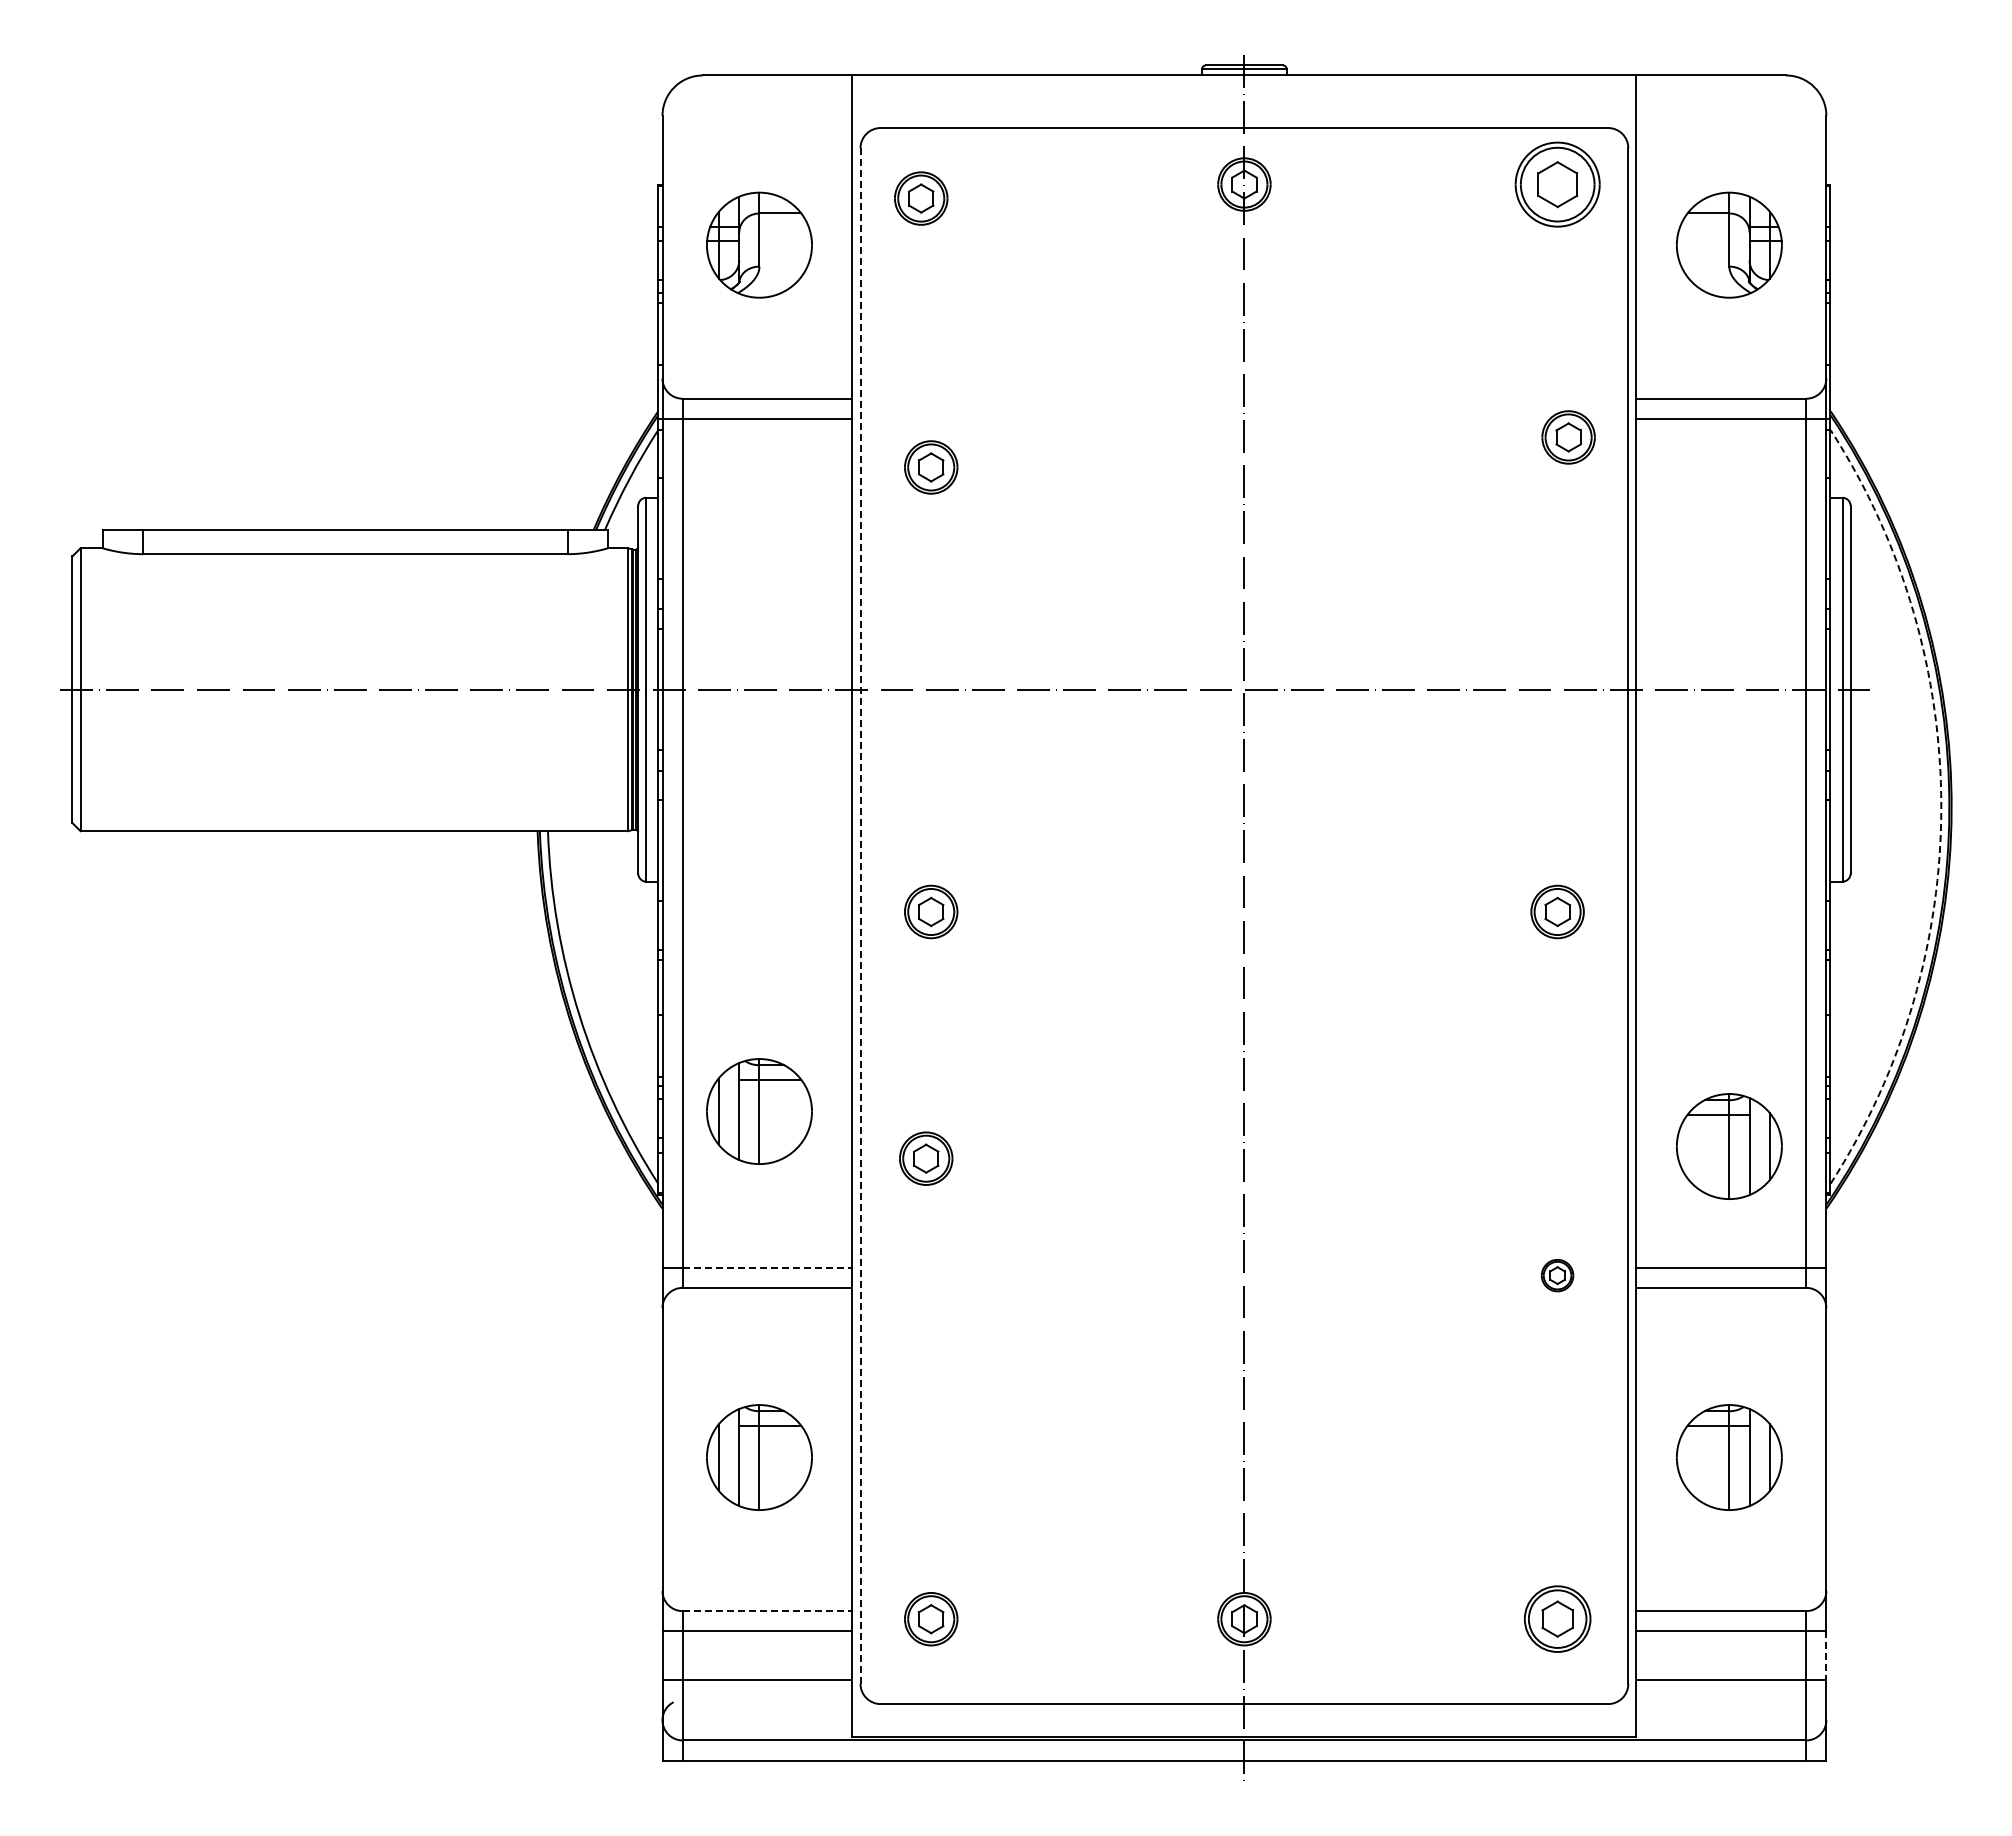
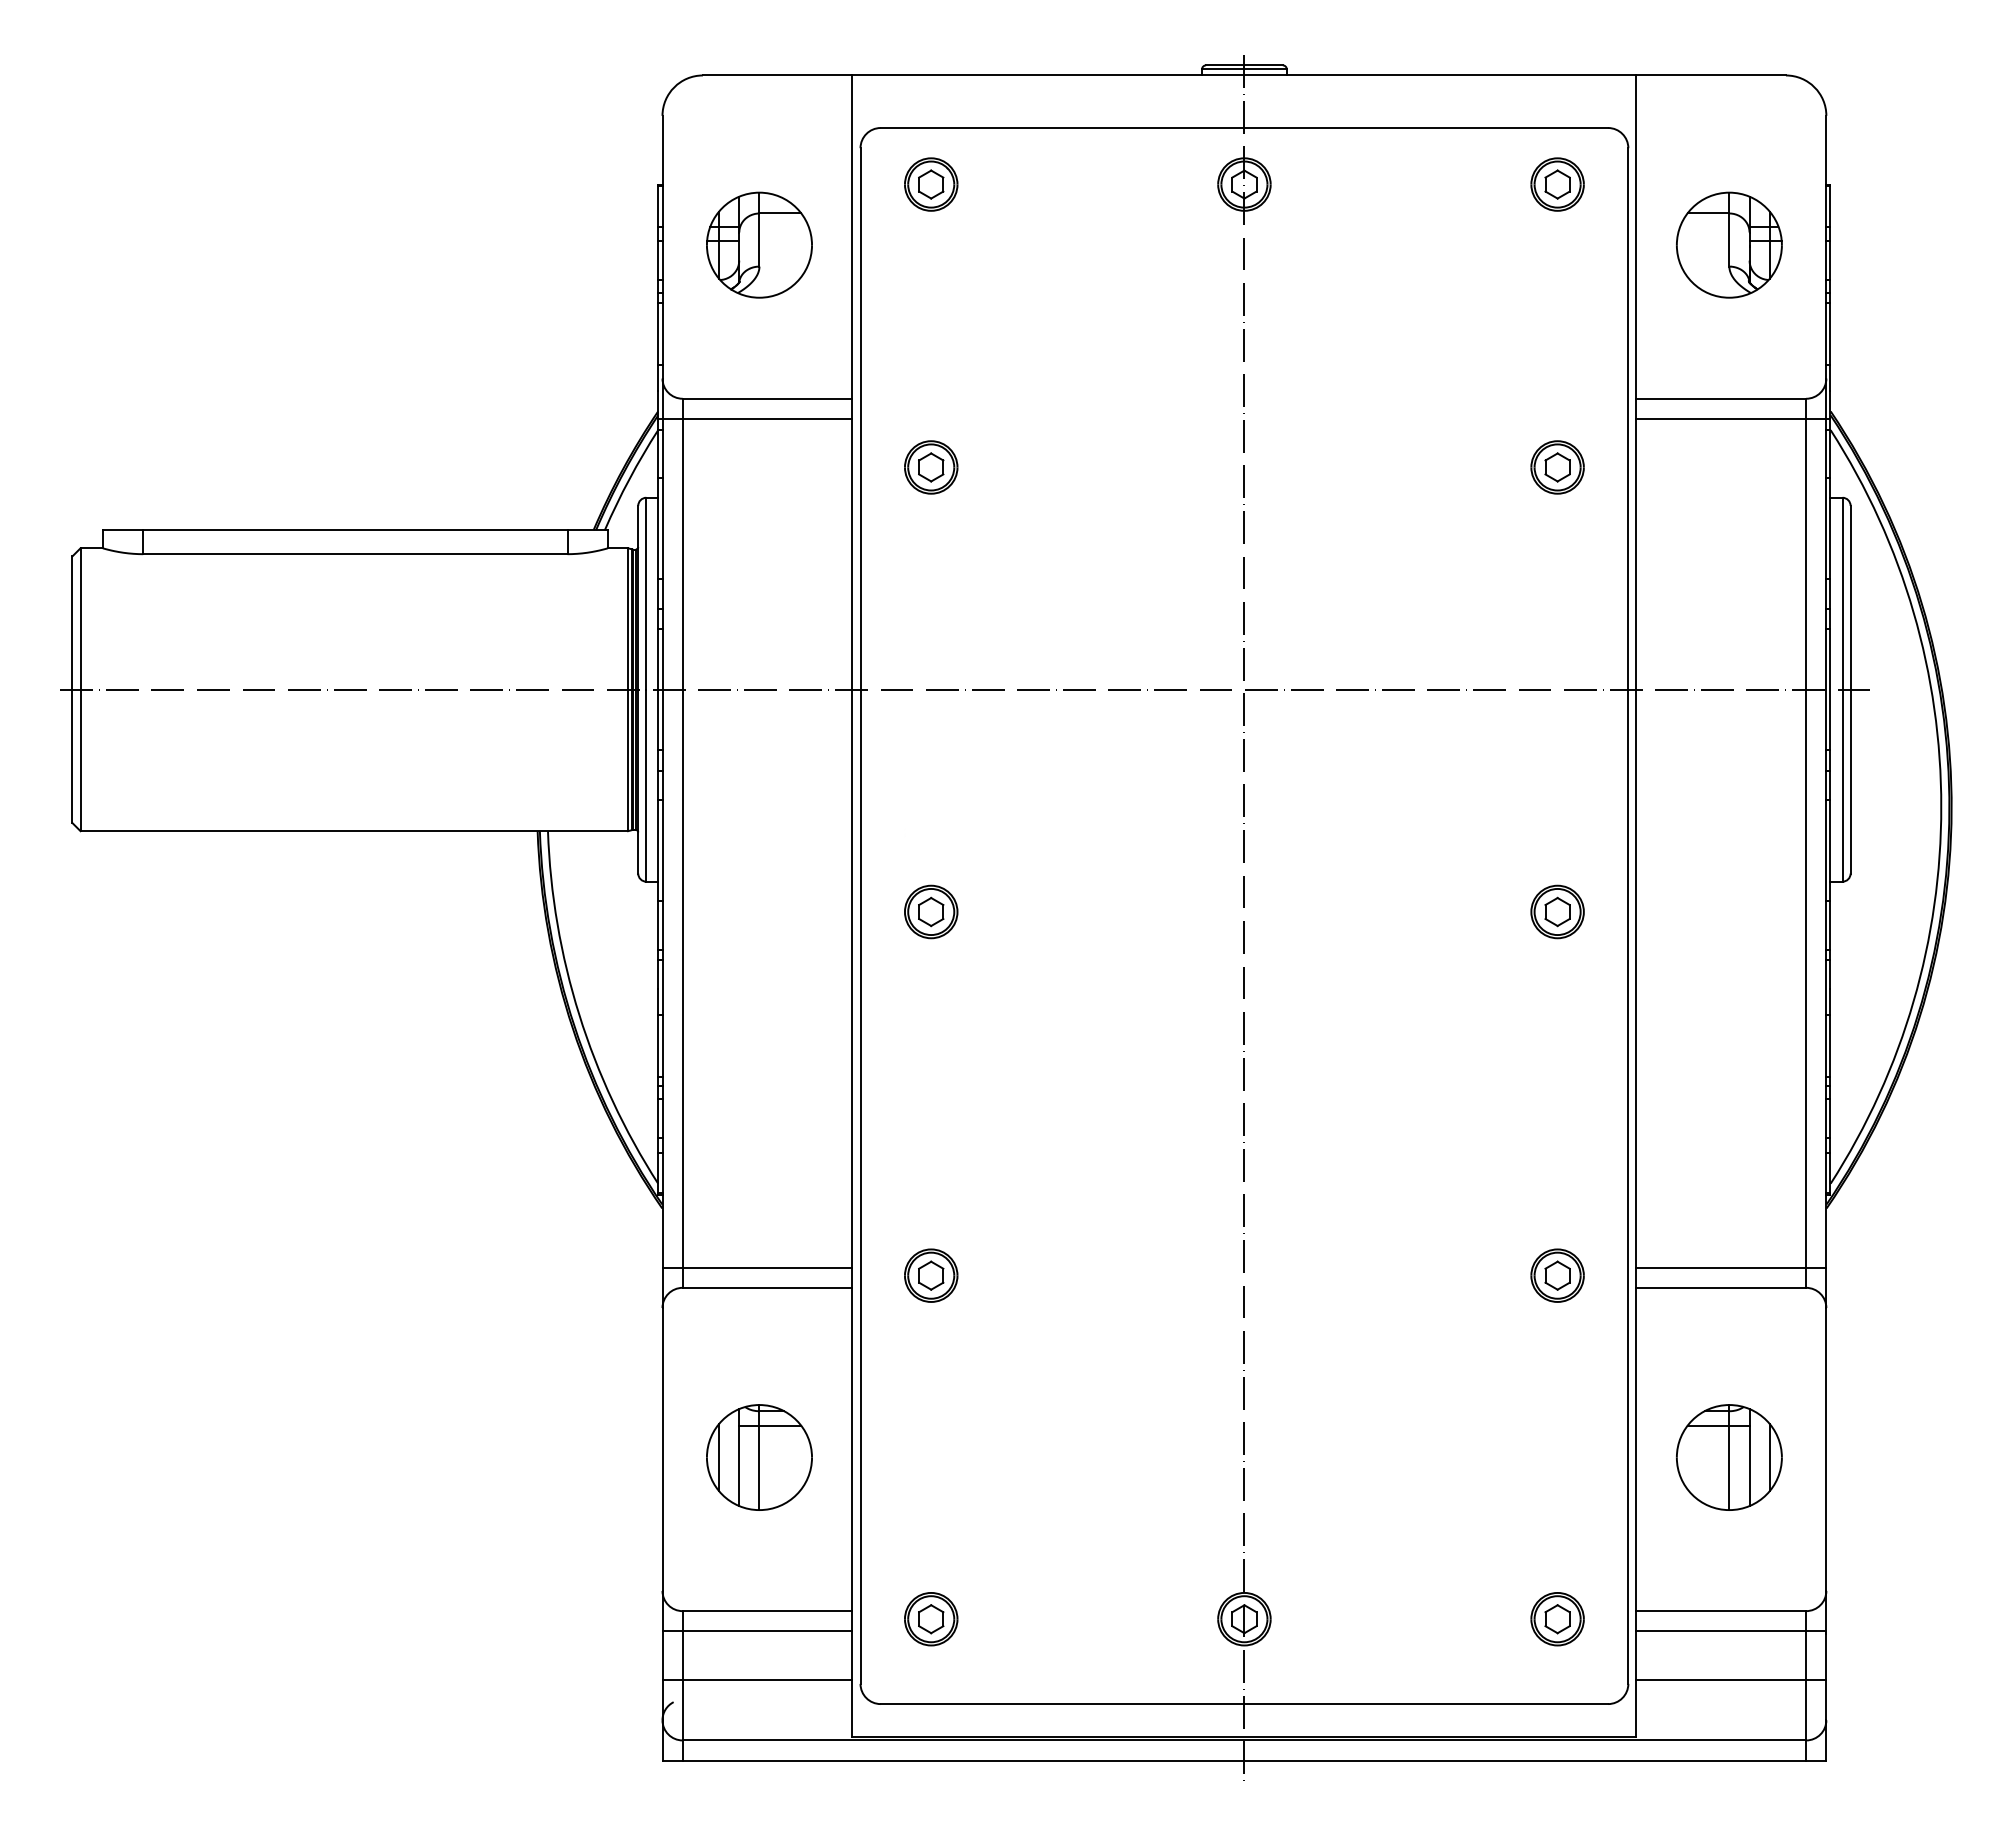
part at (1557, 184) size: 87x87 px -> 55x55 px
part at (921, 198) position: (921, 198) -> (931, 184)
part at (1568, 437) position: (1568, 437) -> (1557, 467)
arc at (1941, 806): dashed -> solid
line at (860, 916): dashed -> solid
part at (759, 1111): present -> none
part at (1729, 1146): present -> none
part at (926, 1158) position: (926, 1158) -> (931, 1275)
line at (767, 1267): dashed -> solid
part at (1557, 1275) size: 35x34 px -> 55x55 px
line at (767, 1611): dashed -> solid
part at (1557, 1618) size: 68x68 px -> 55x55 px
line at (1826, 1656): dashed -> solid
